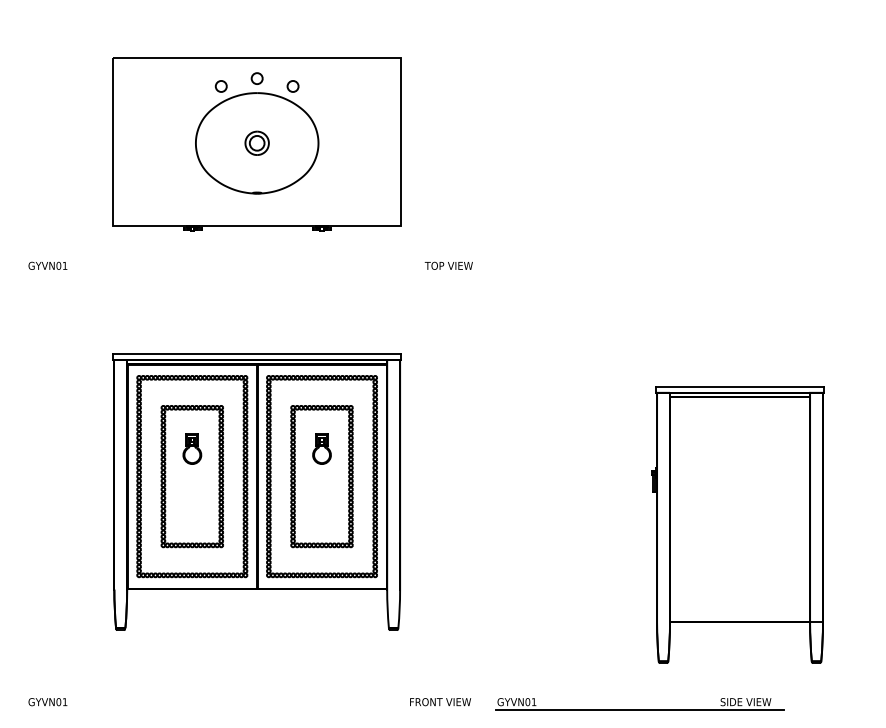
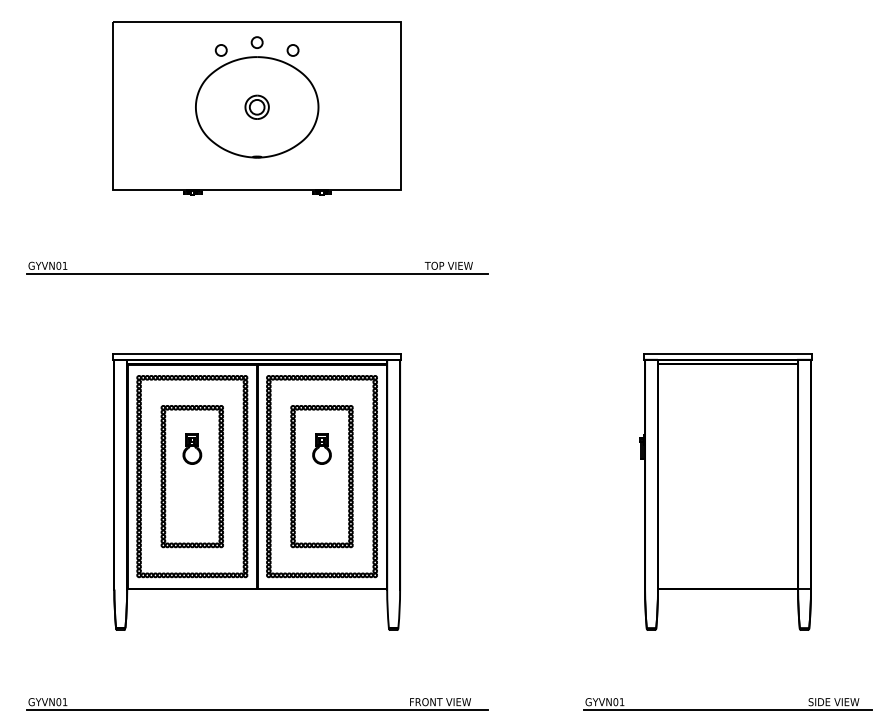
part at (256, 144) position: (256, 144) -> (256, 108)
line at (256, 273): none -> present
part at (737, 524) position: (737, 524) -> (725, 491)
part at (639, 704) position: (639, 704) -> (727, 704)
line at (256, 710): none -> present
